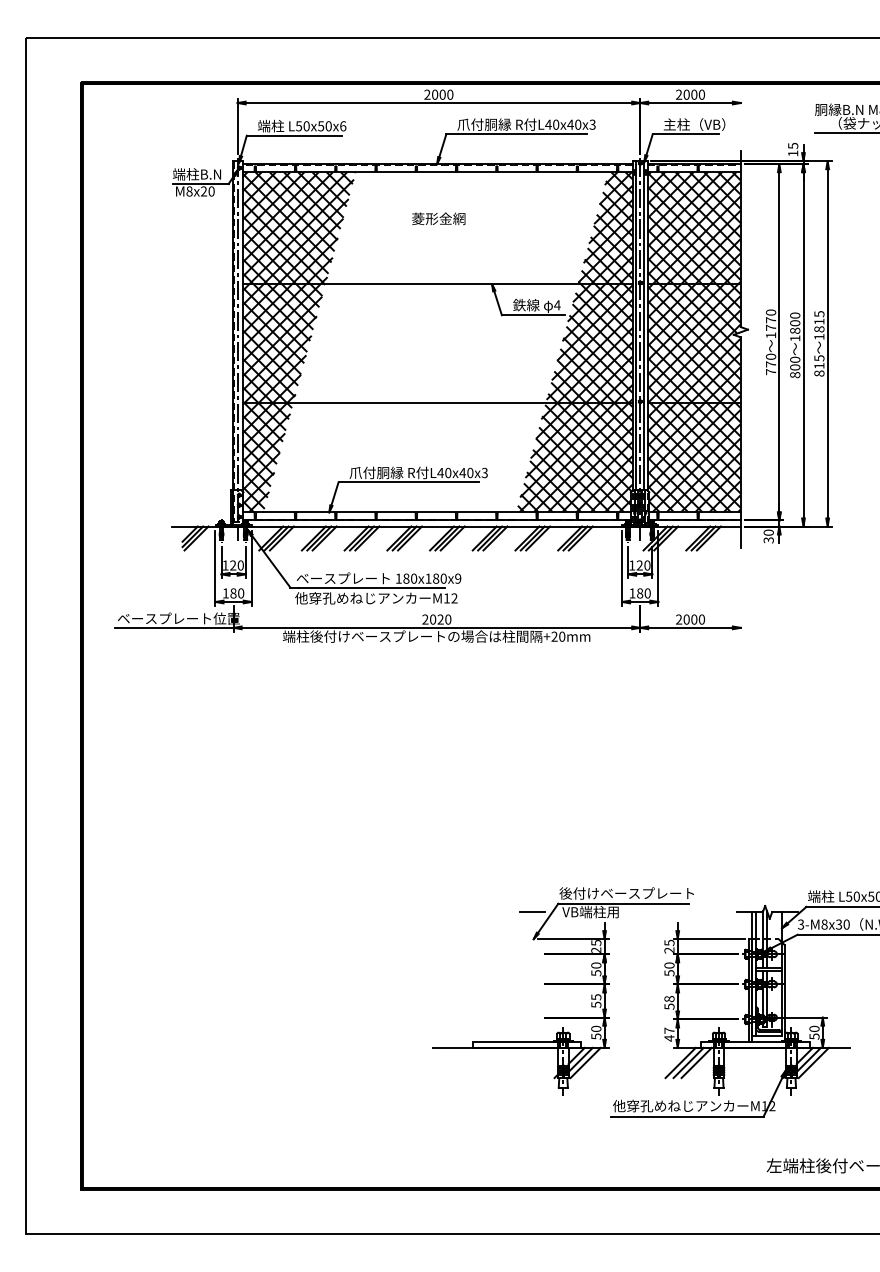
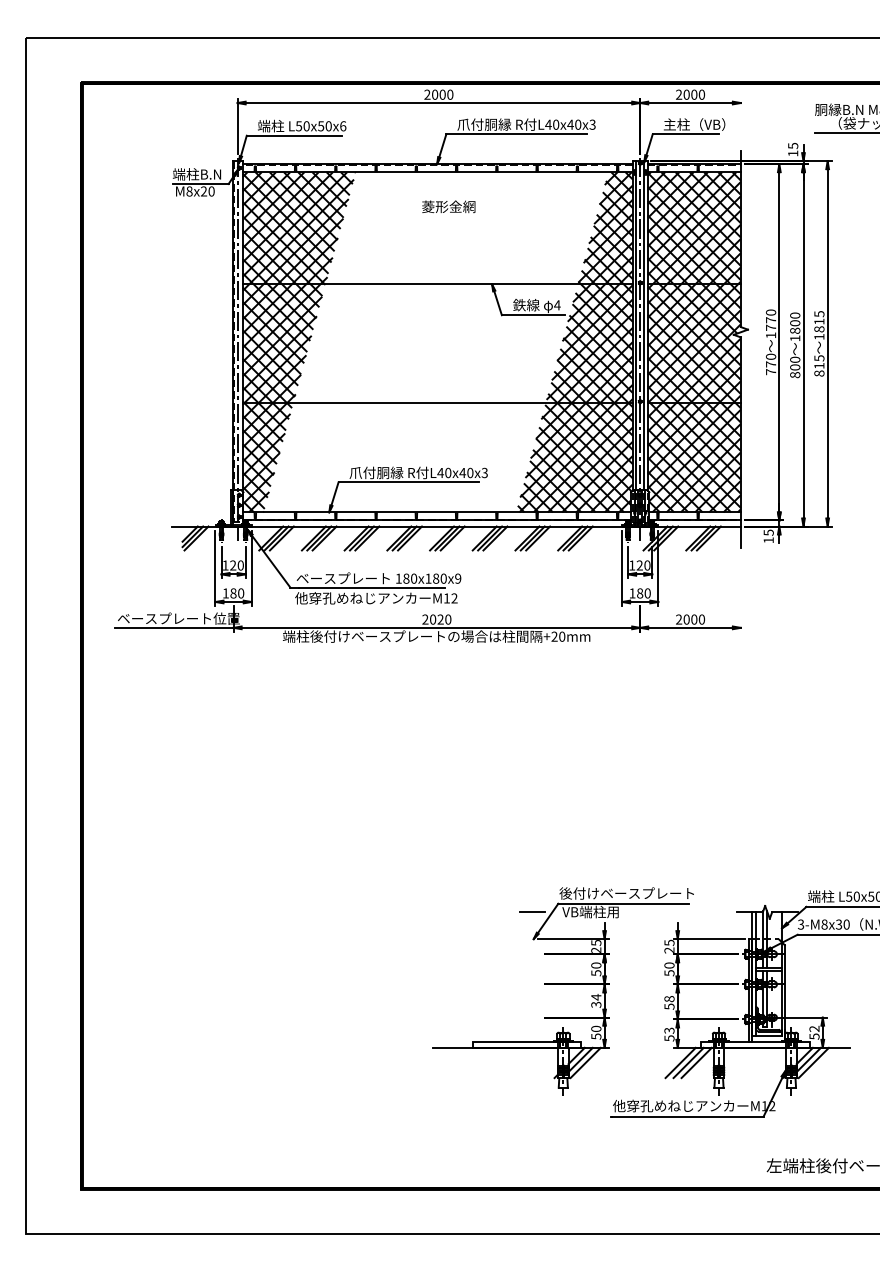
text at (438, 218) position: (438, 218) -> (448, 206)
text at (768, 536): 30 -> 15
text at (596, 1000): 55 -> 34
text at (814, 1028): 50 -> 52
text at (669, 1034): 47 -> 53
